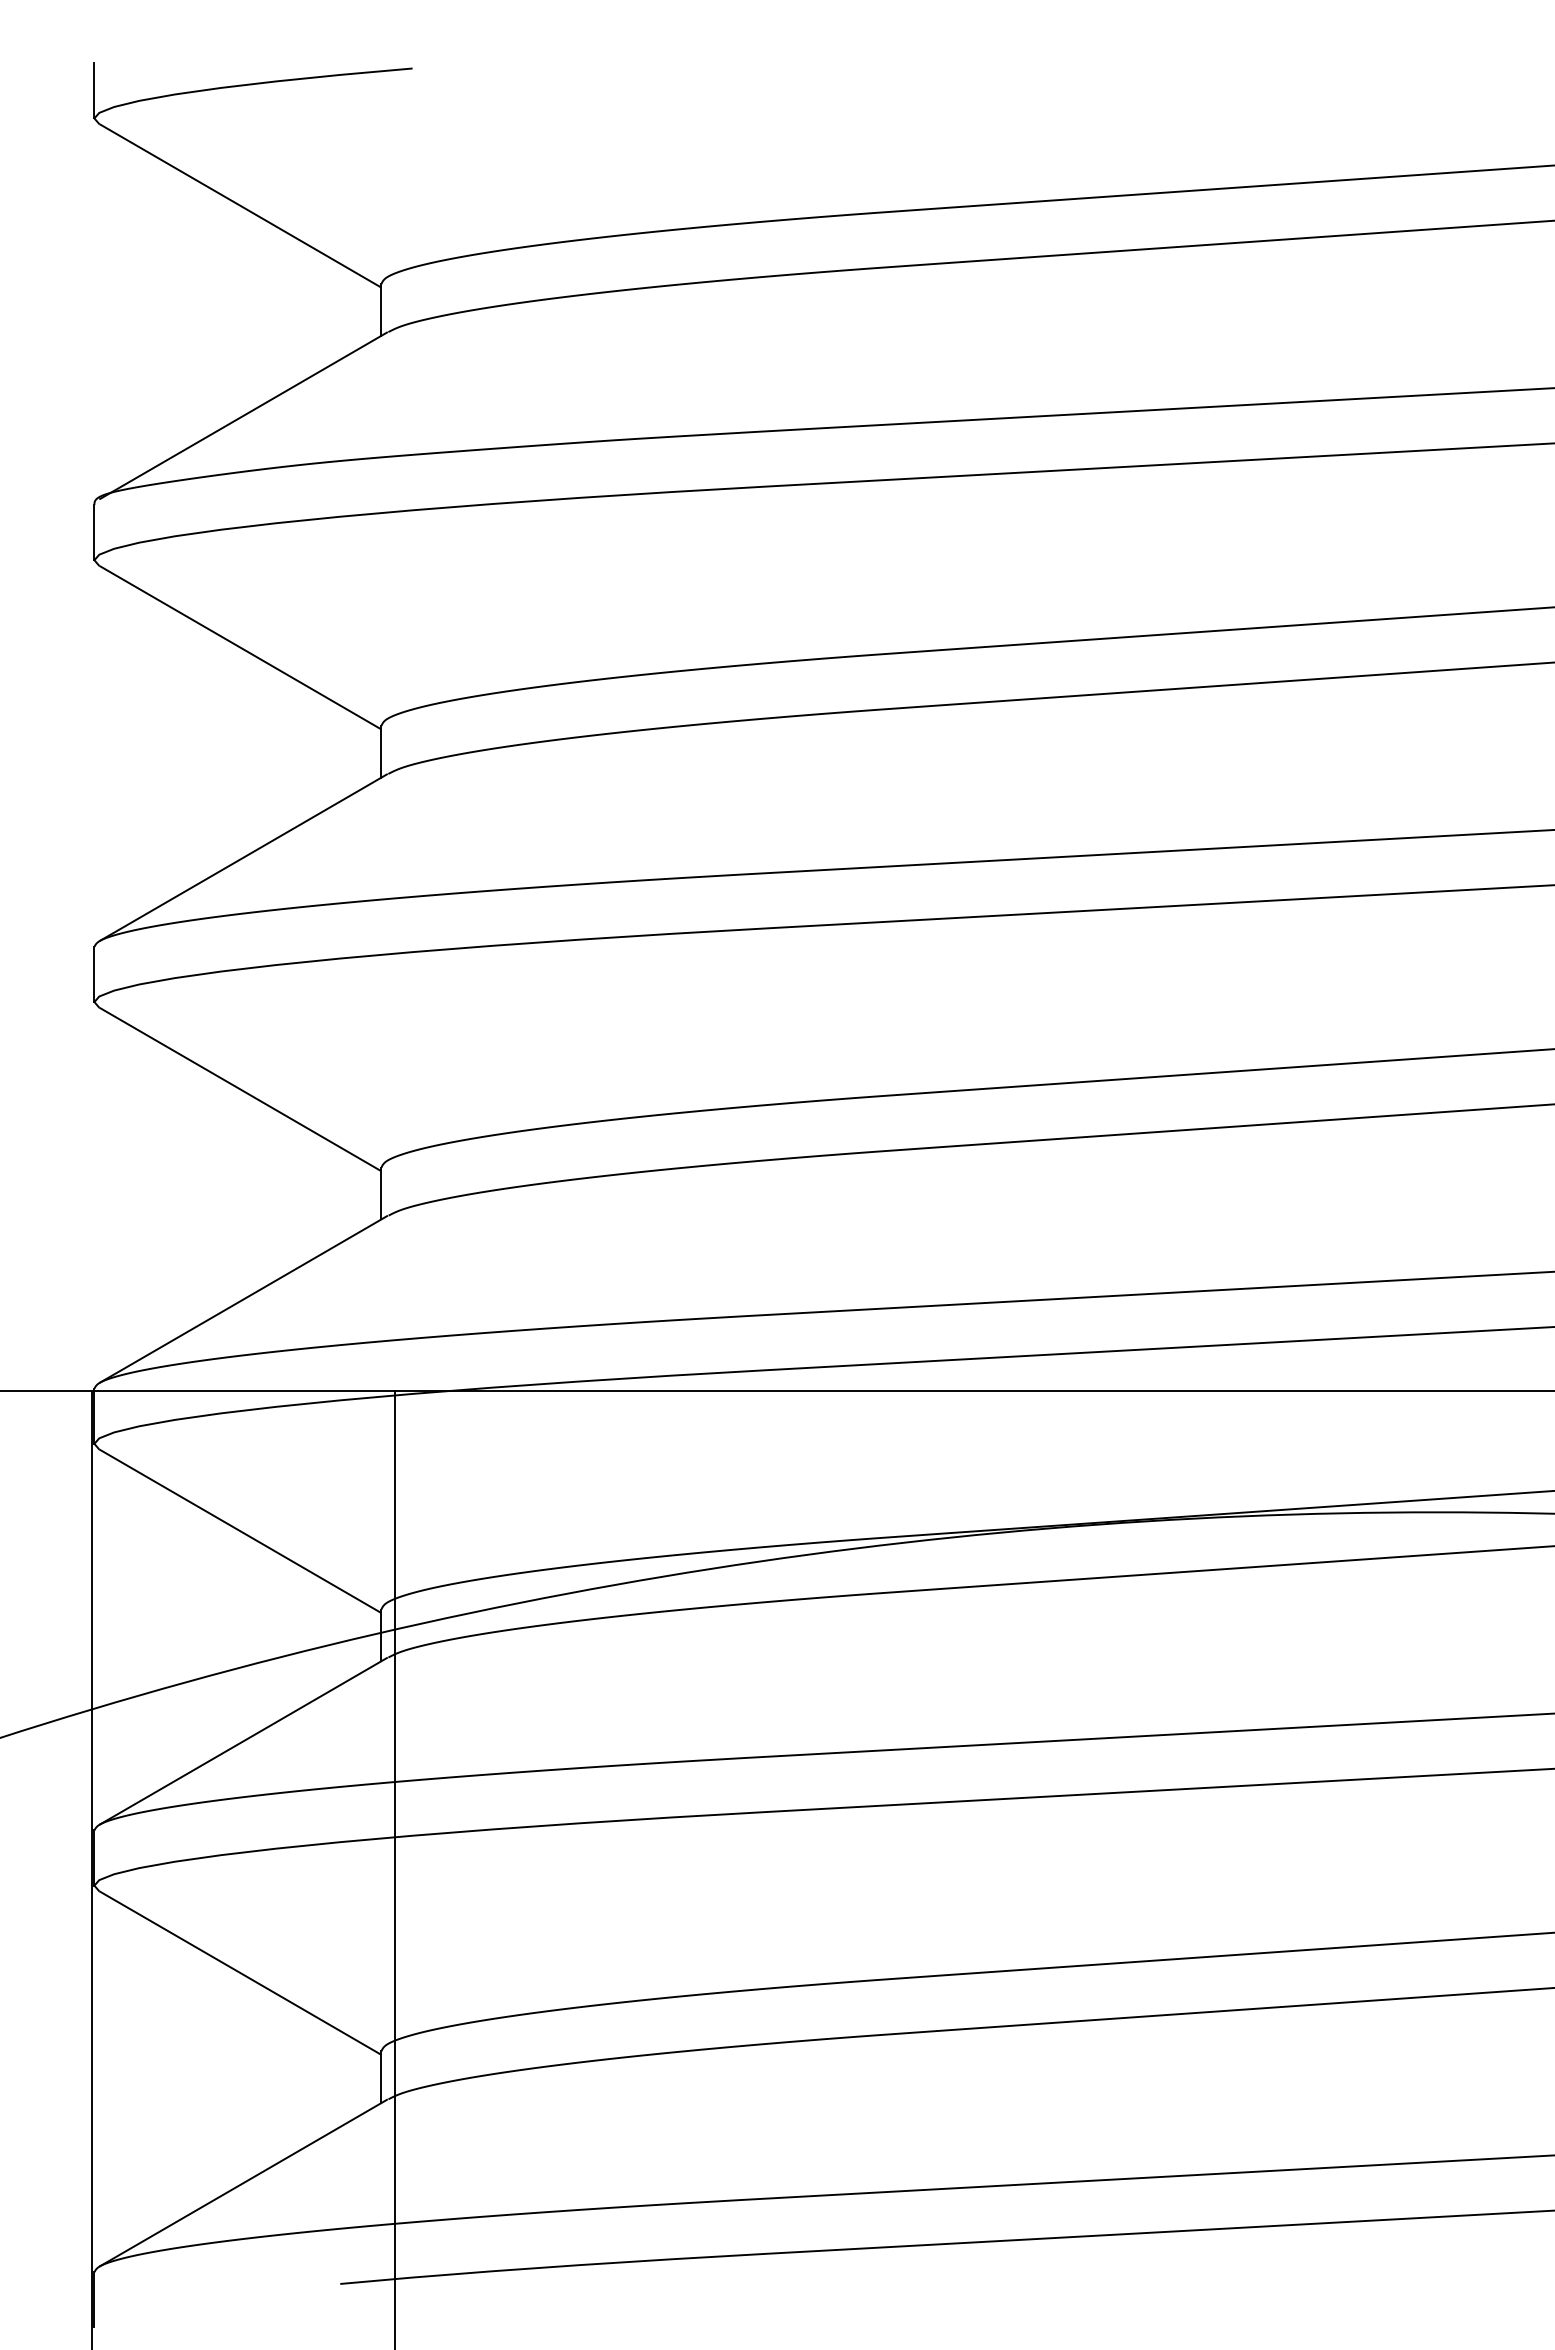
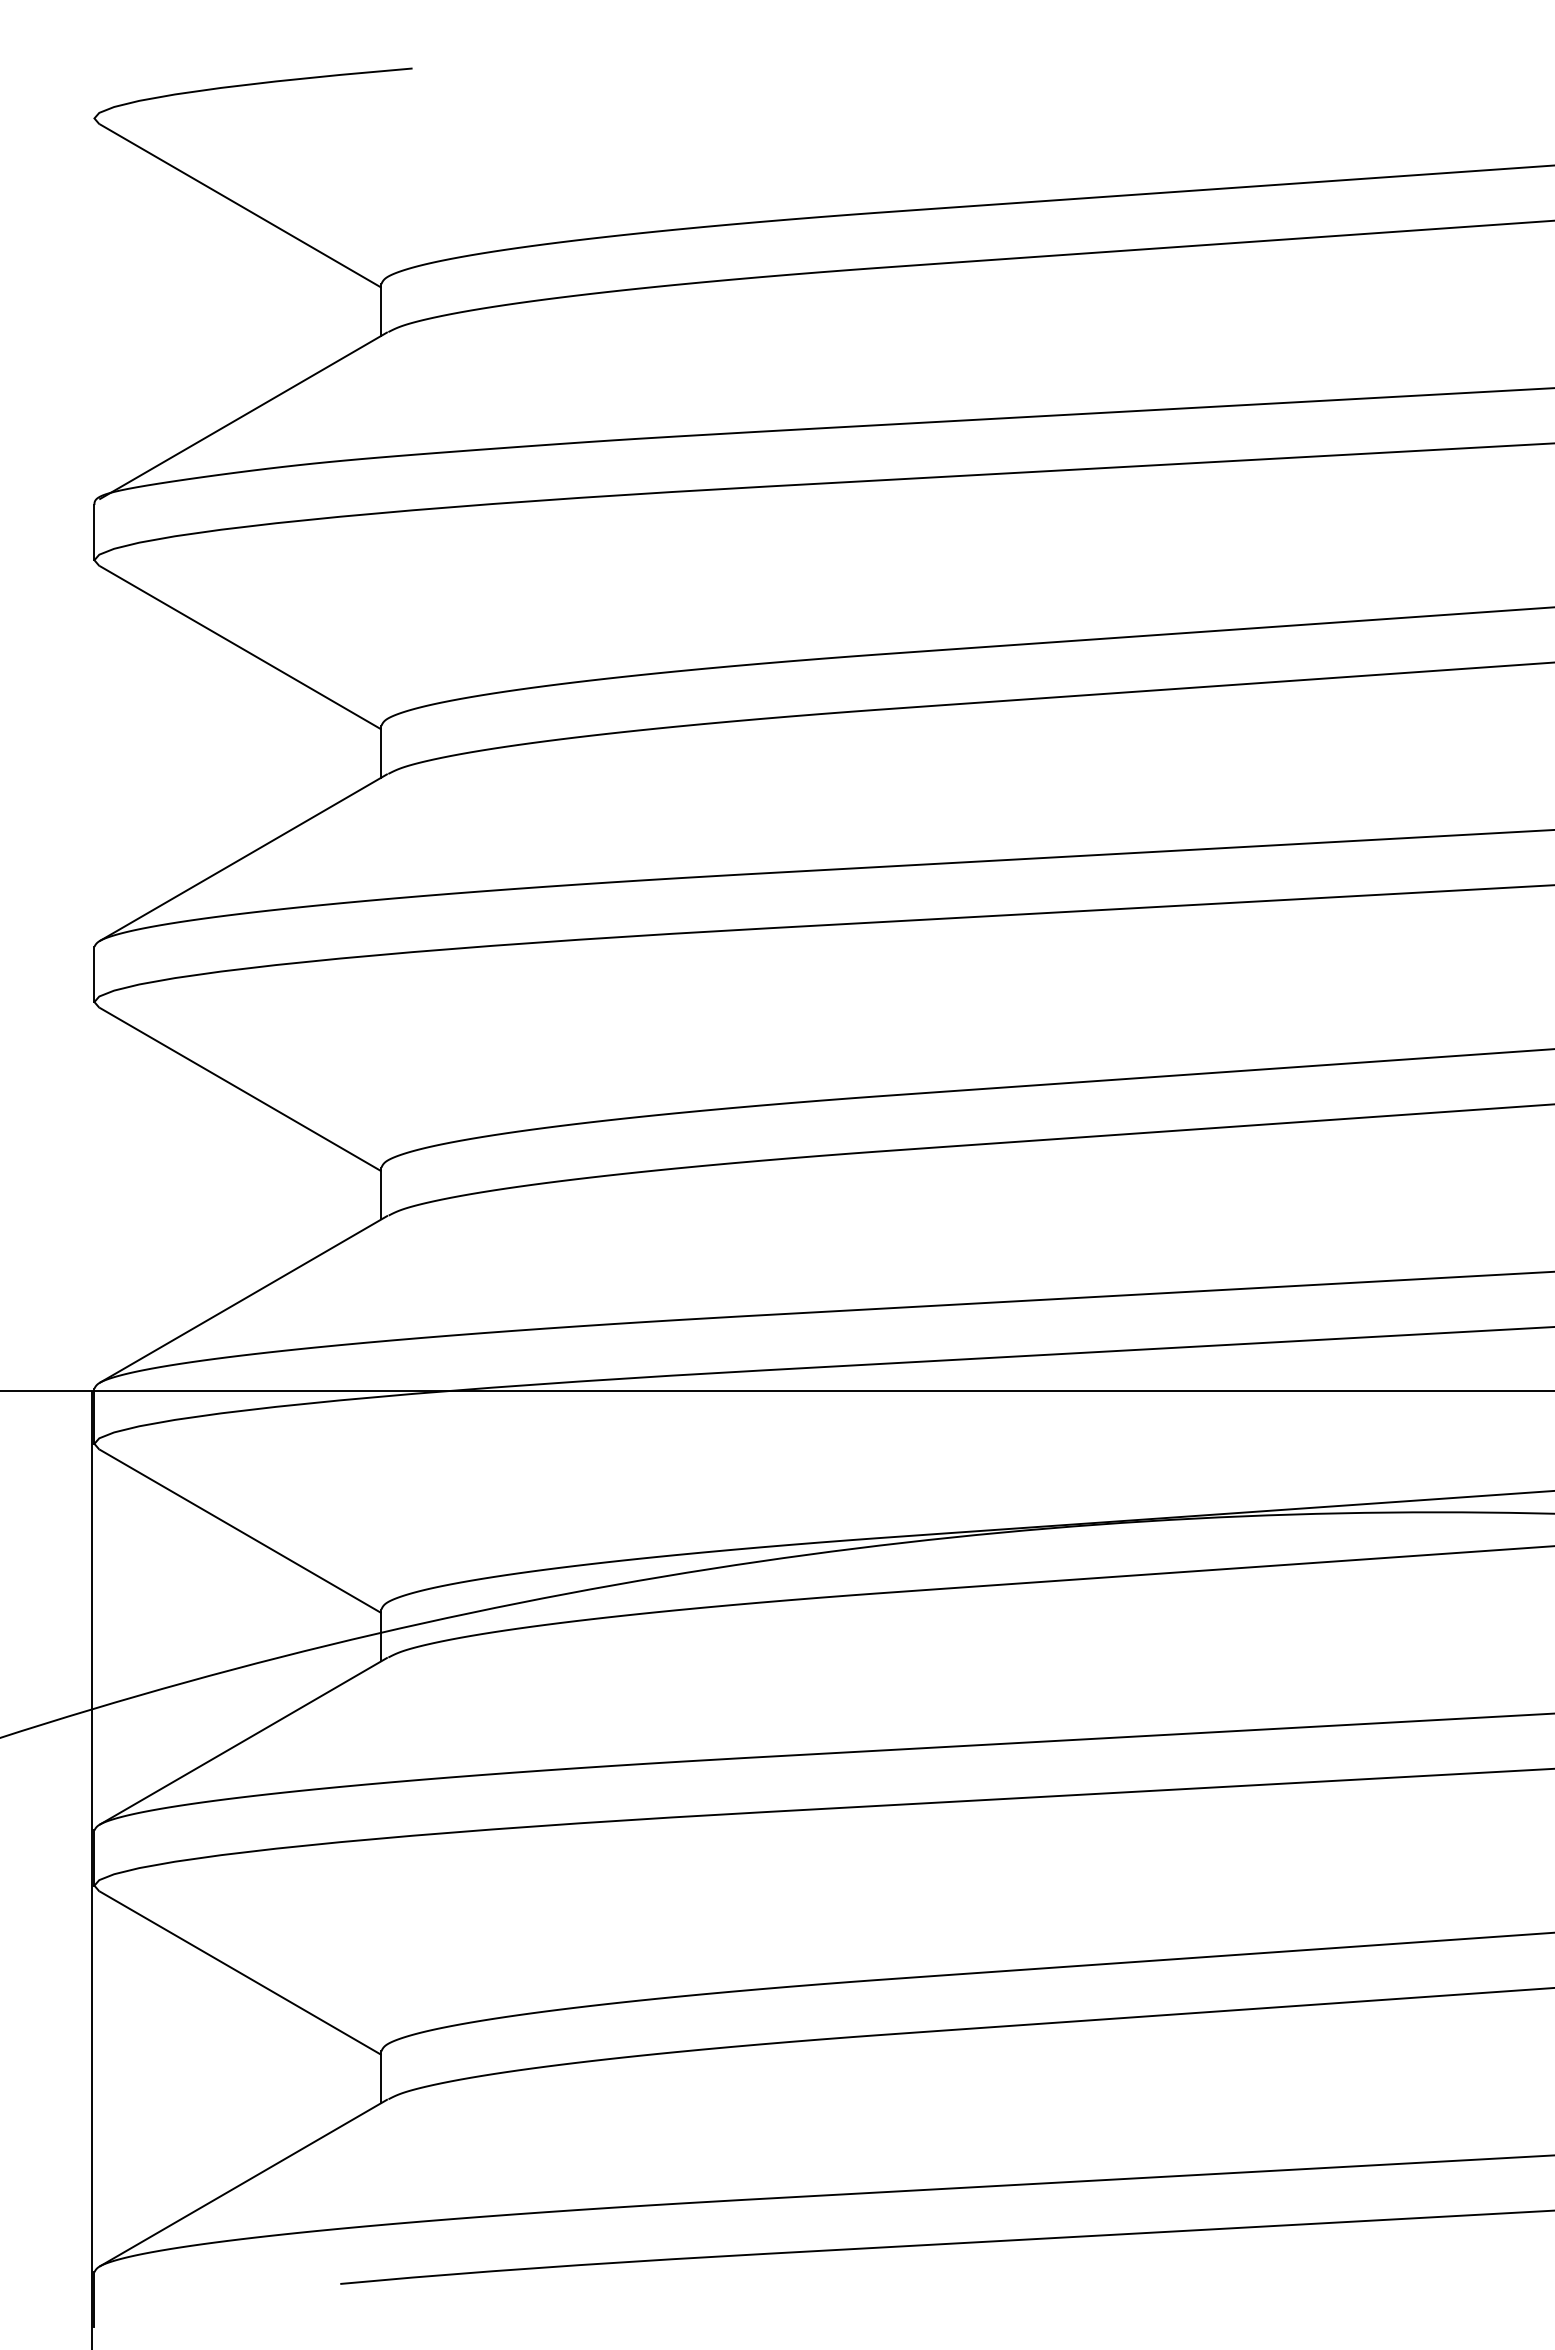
line at (94, 90): present -> none
line at (395, 1868): present -> none
